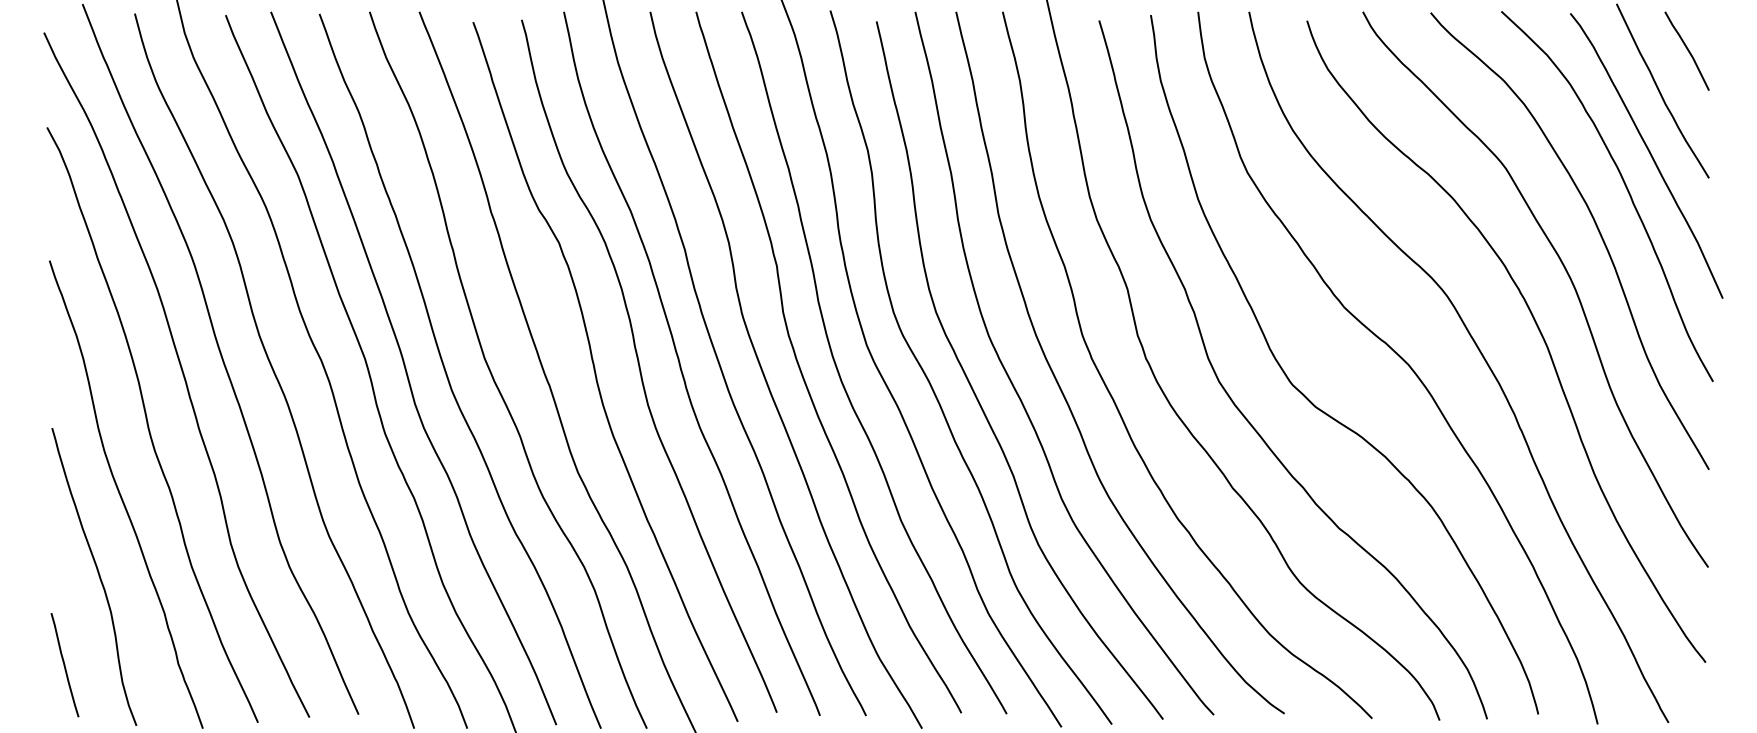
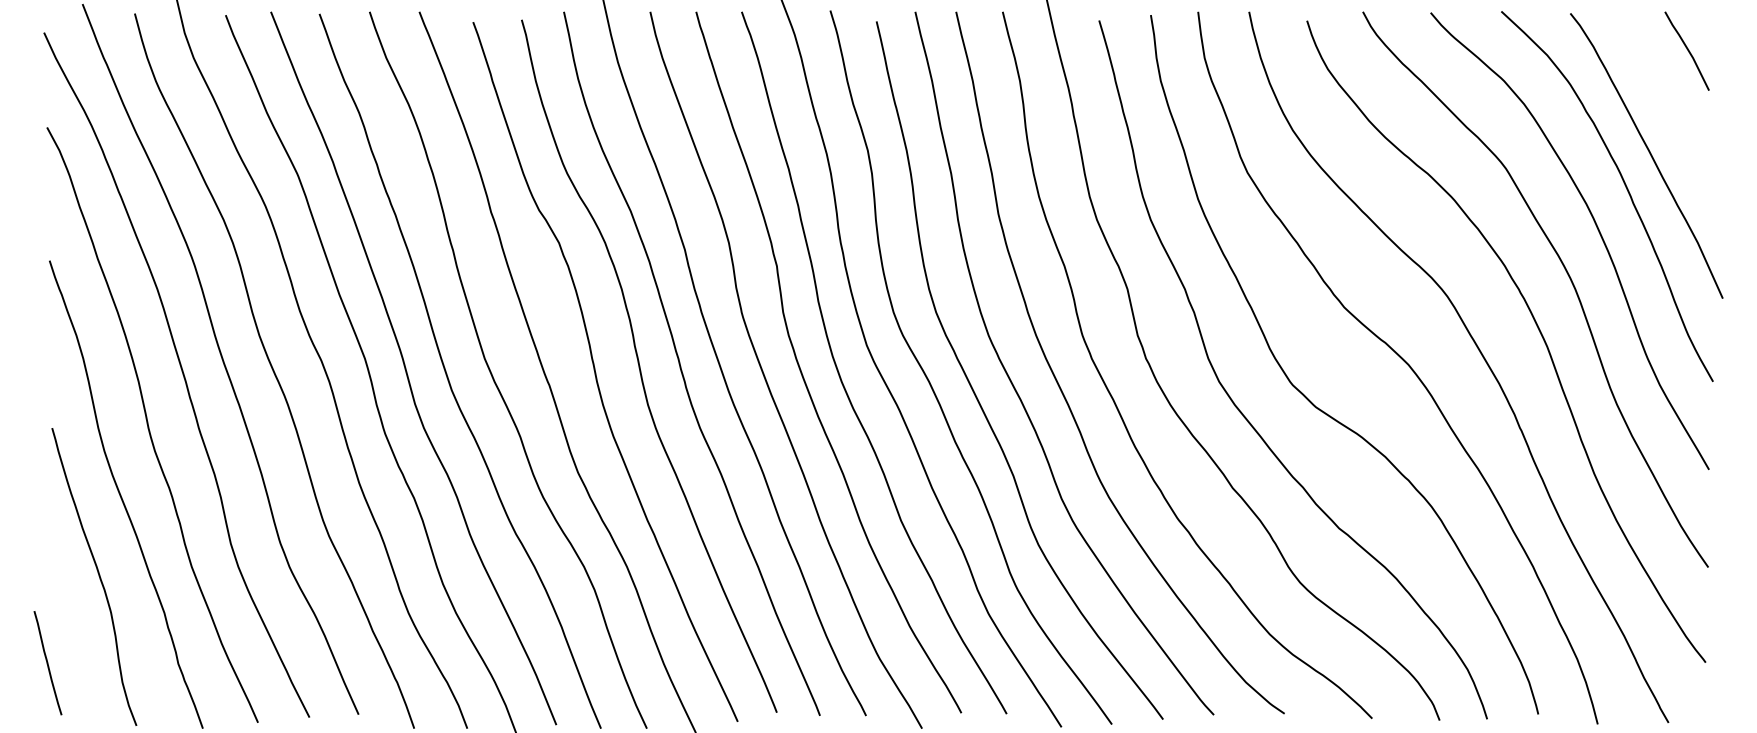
curve at (1660, 91): present -> none
curve at (64, 665) position: (64, 665) -> (47, 663)
